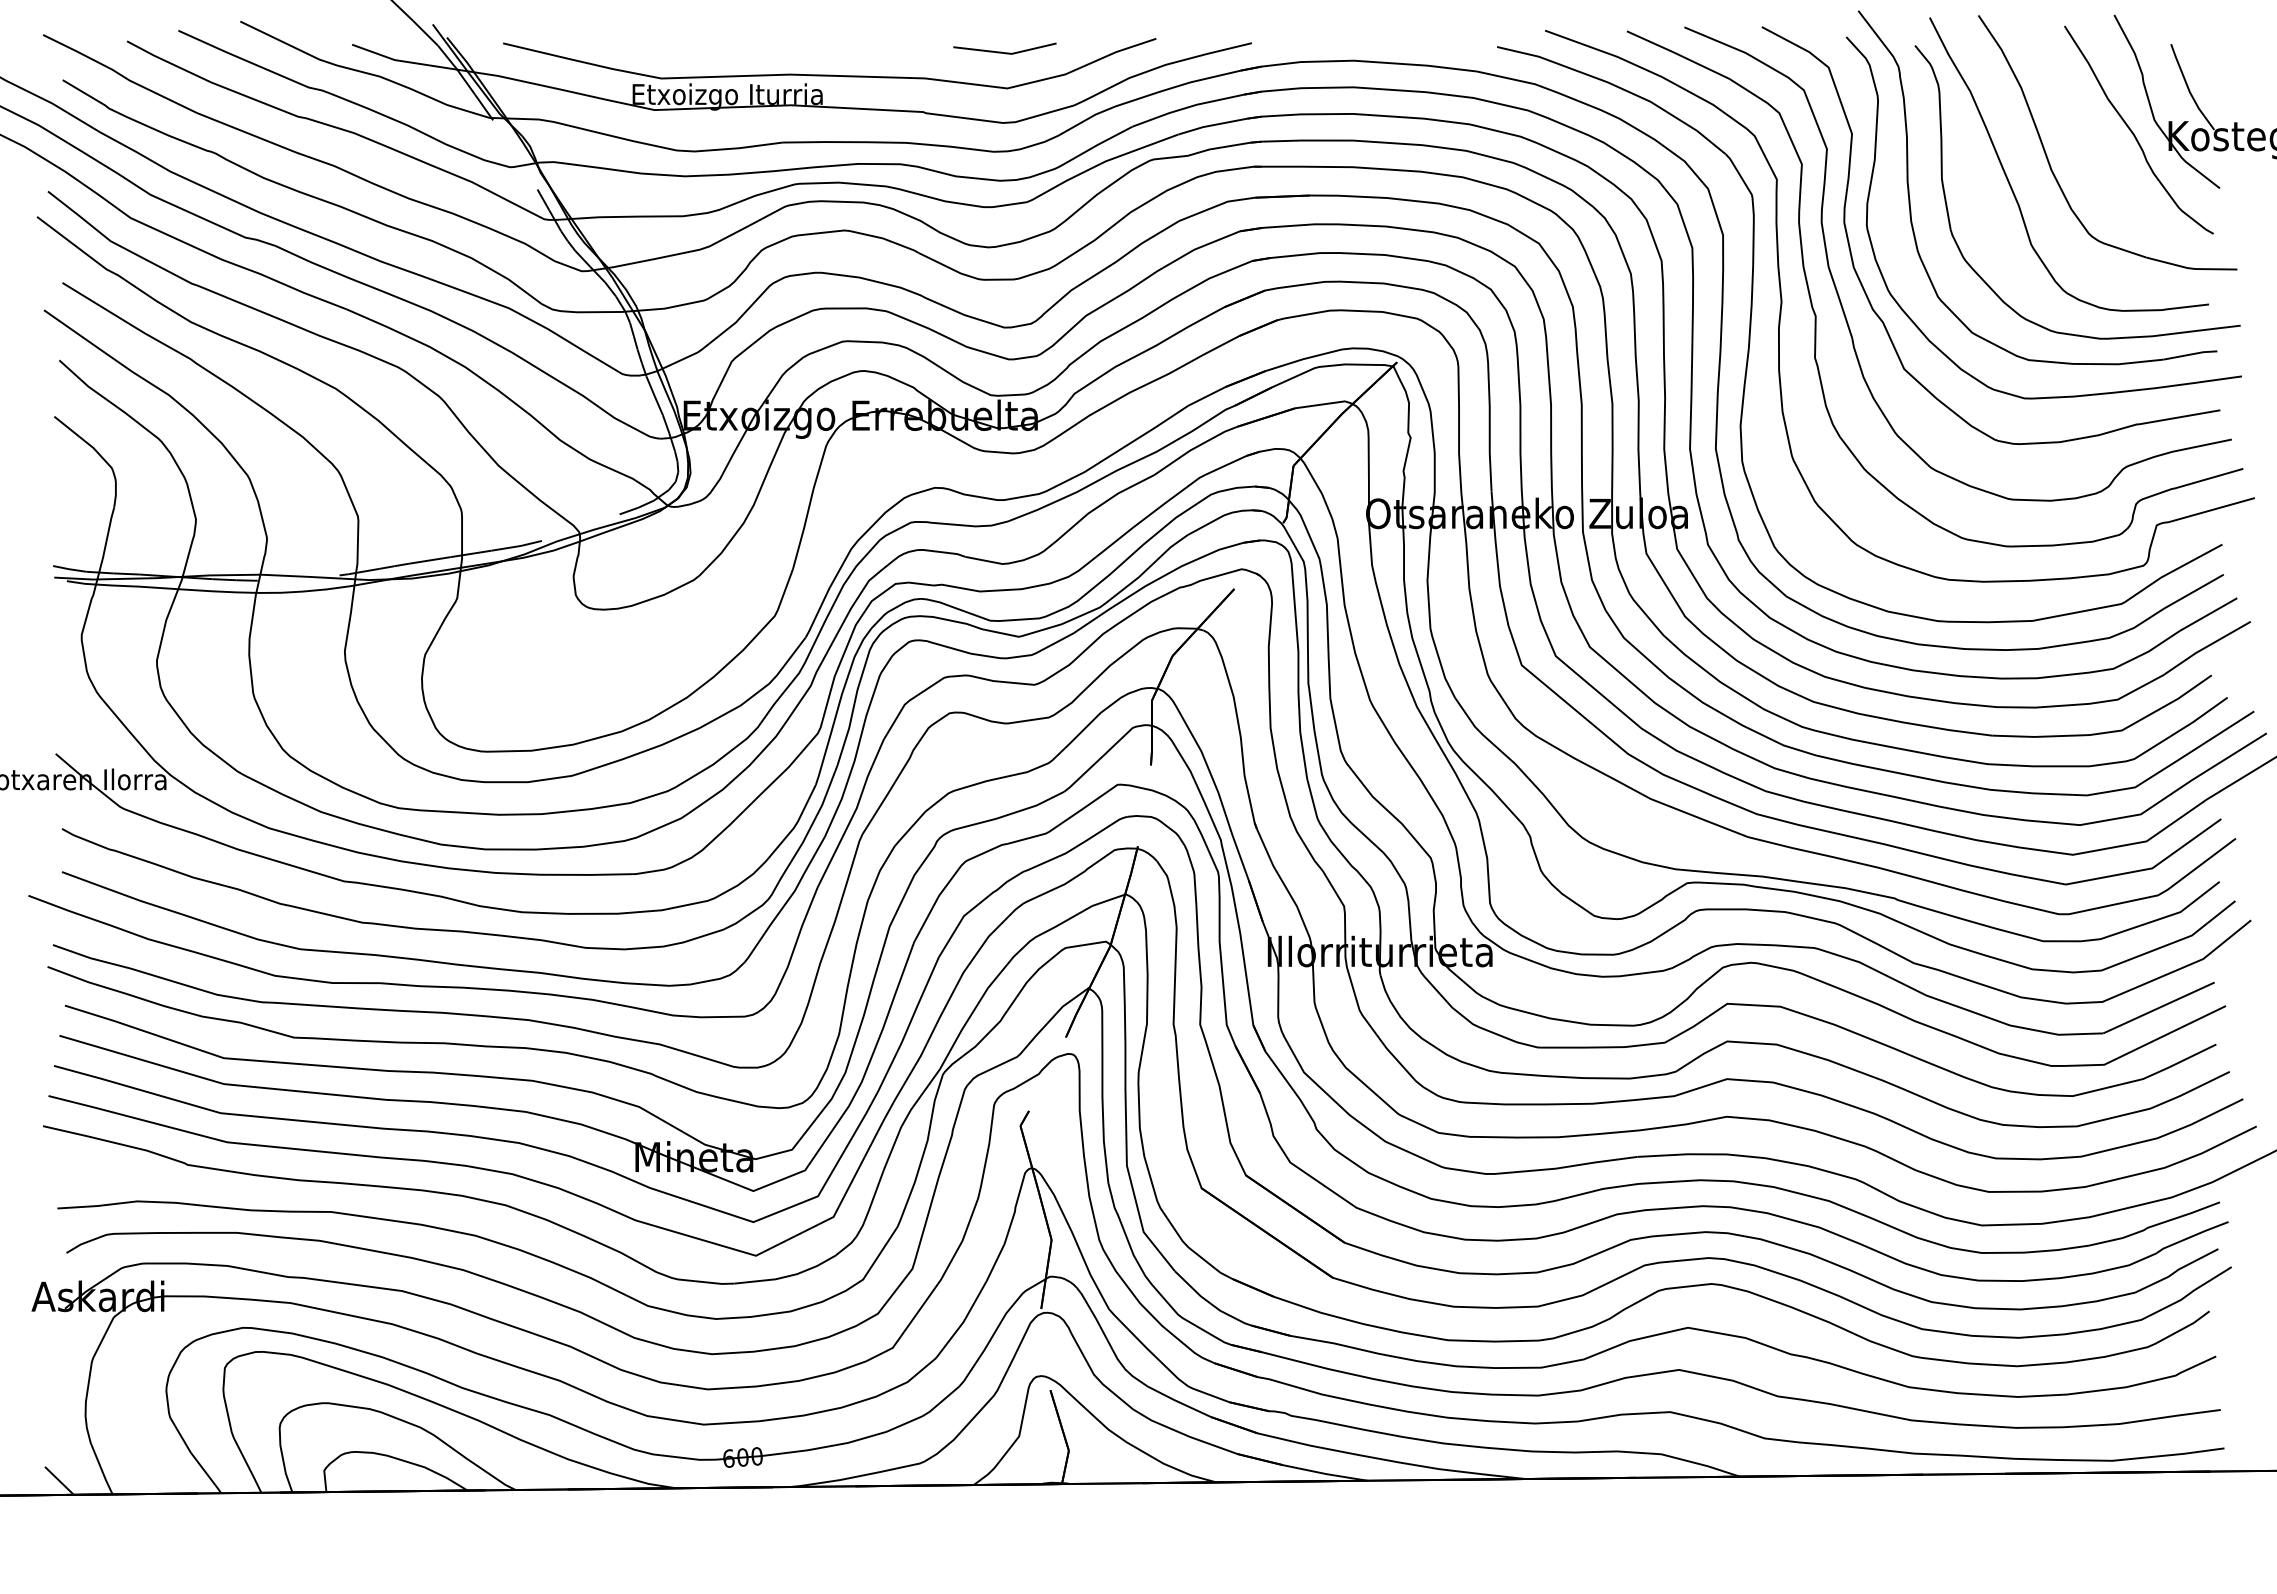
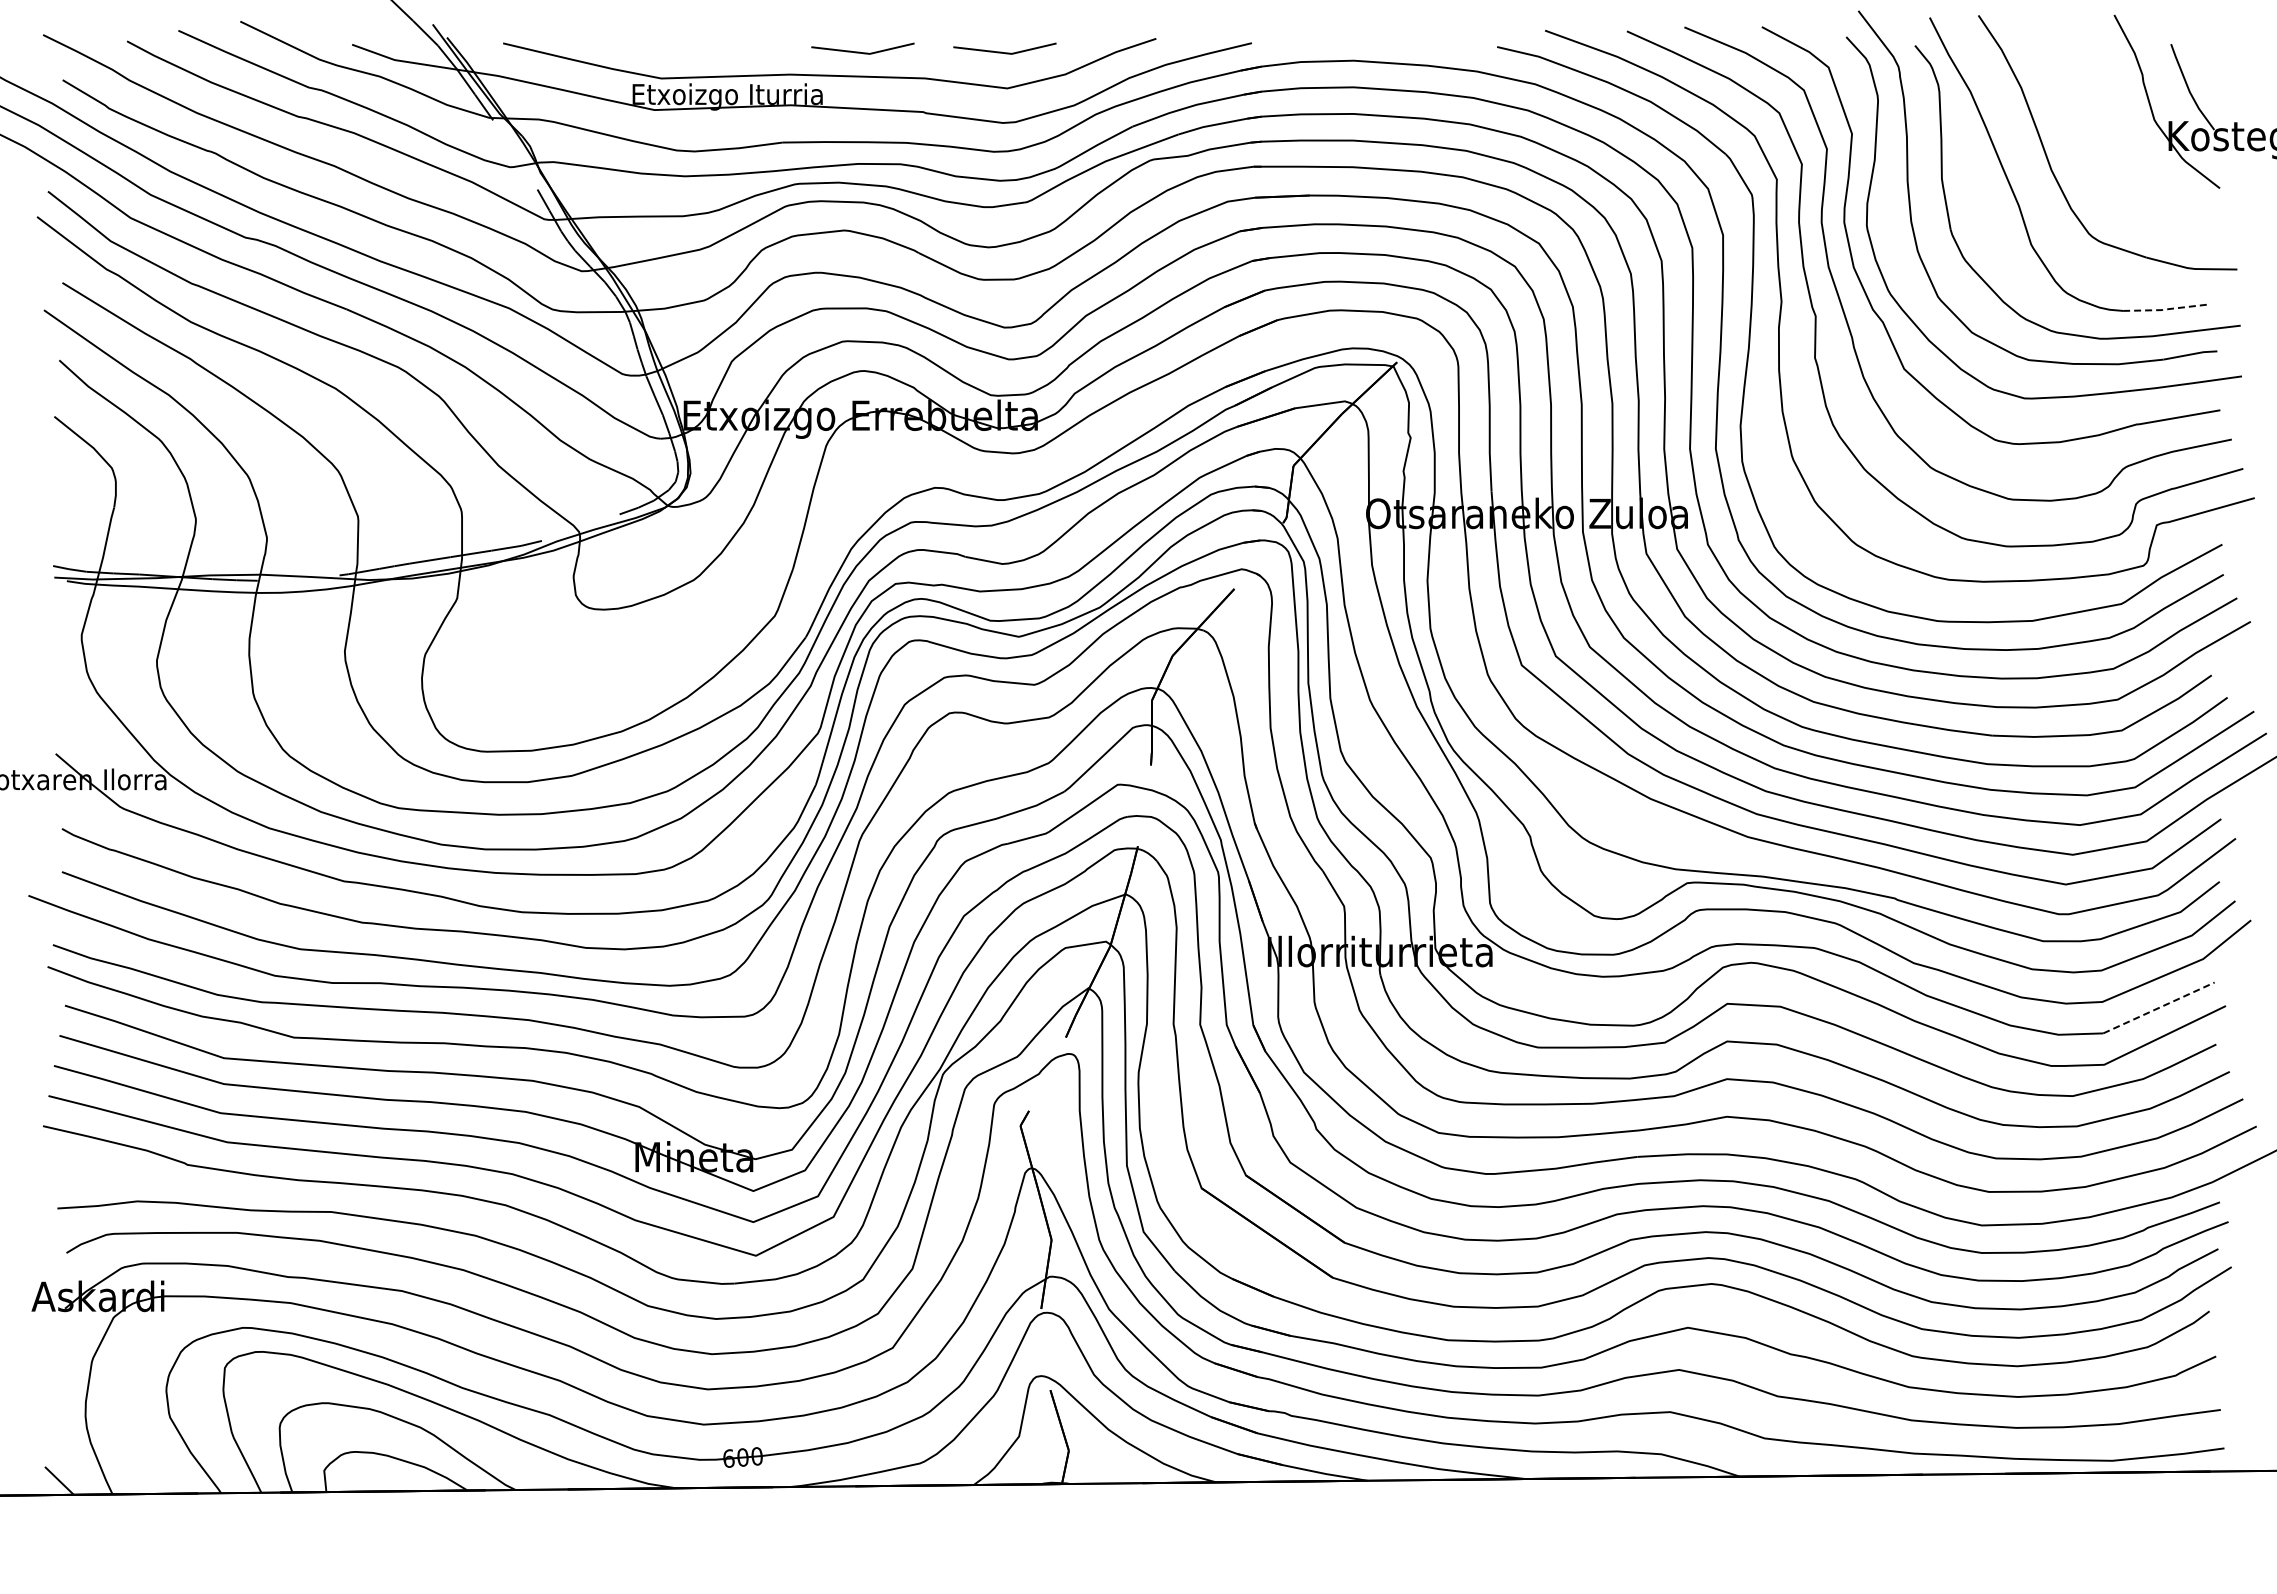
line at (862, 52): none -> present
curve at (2134, 133): present -> none
line at (2166, 309): solid -> dashed
line at (2159, 1007): solid -> dashed
